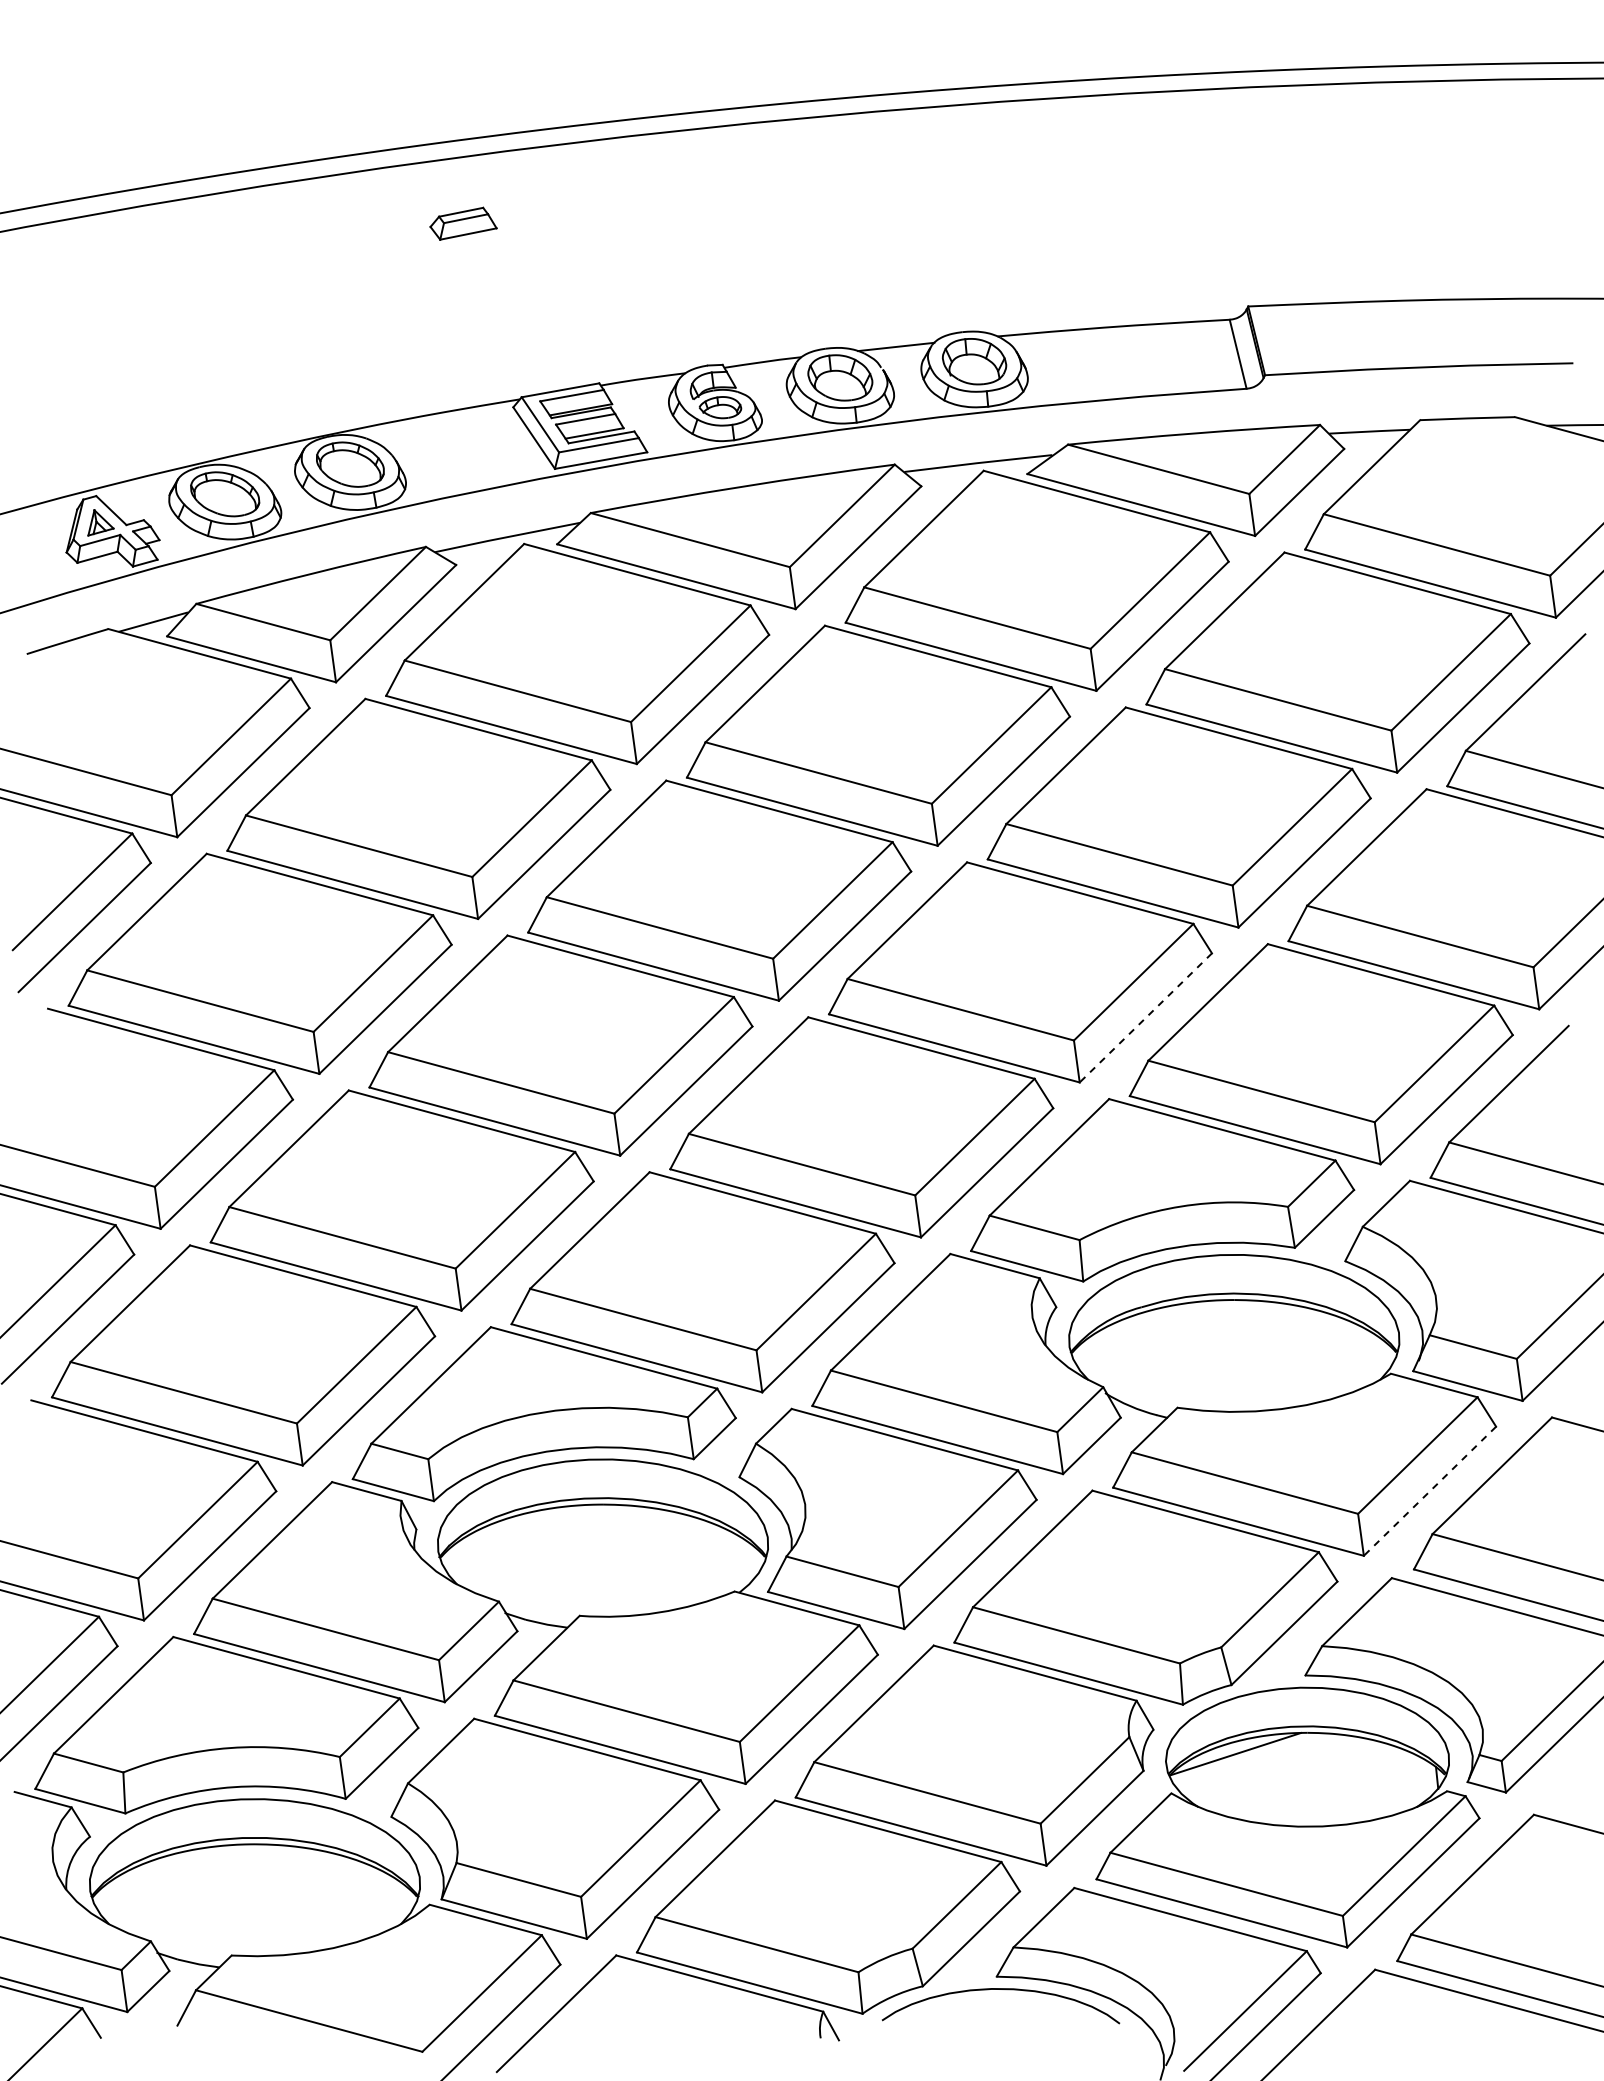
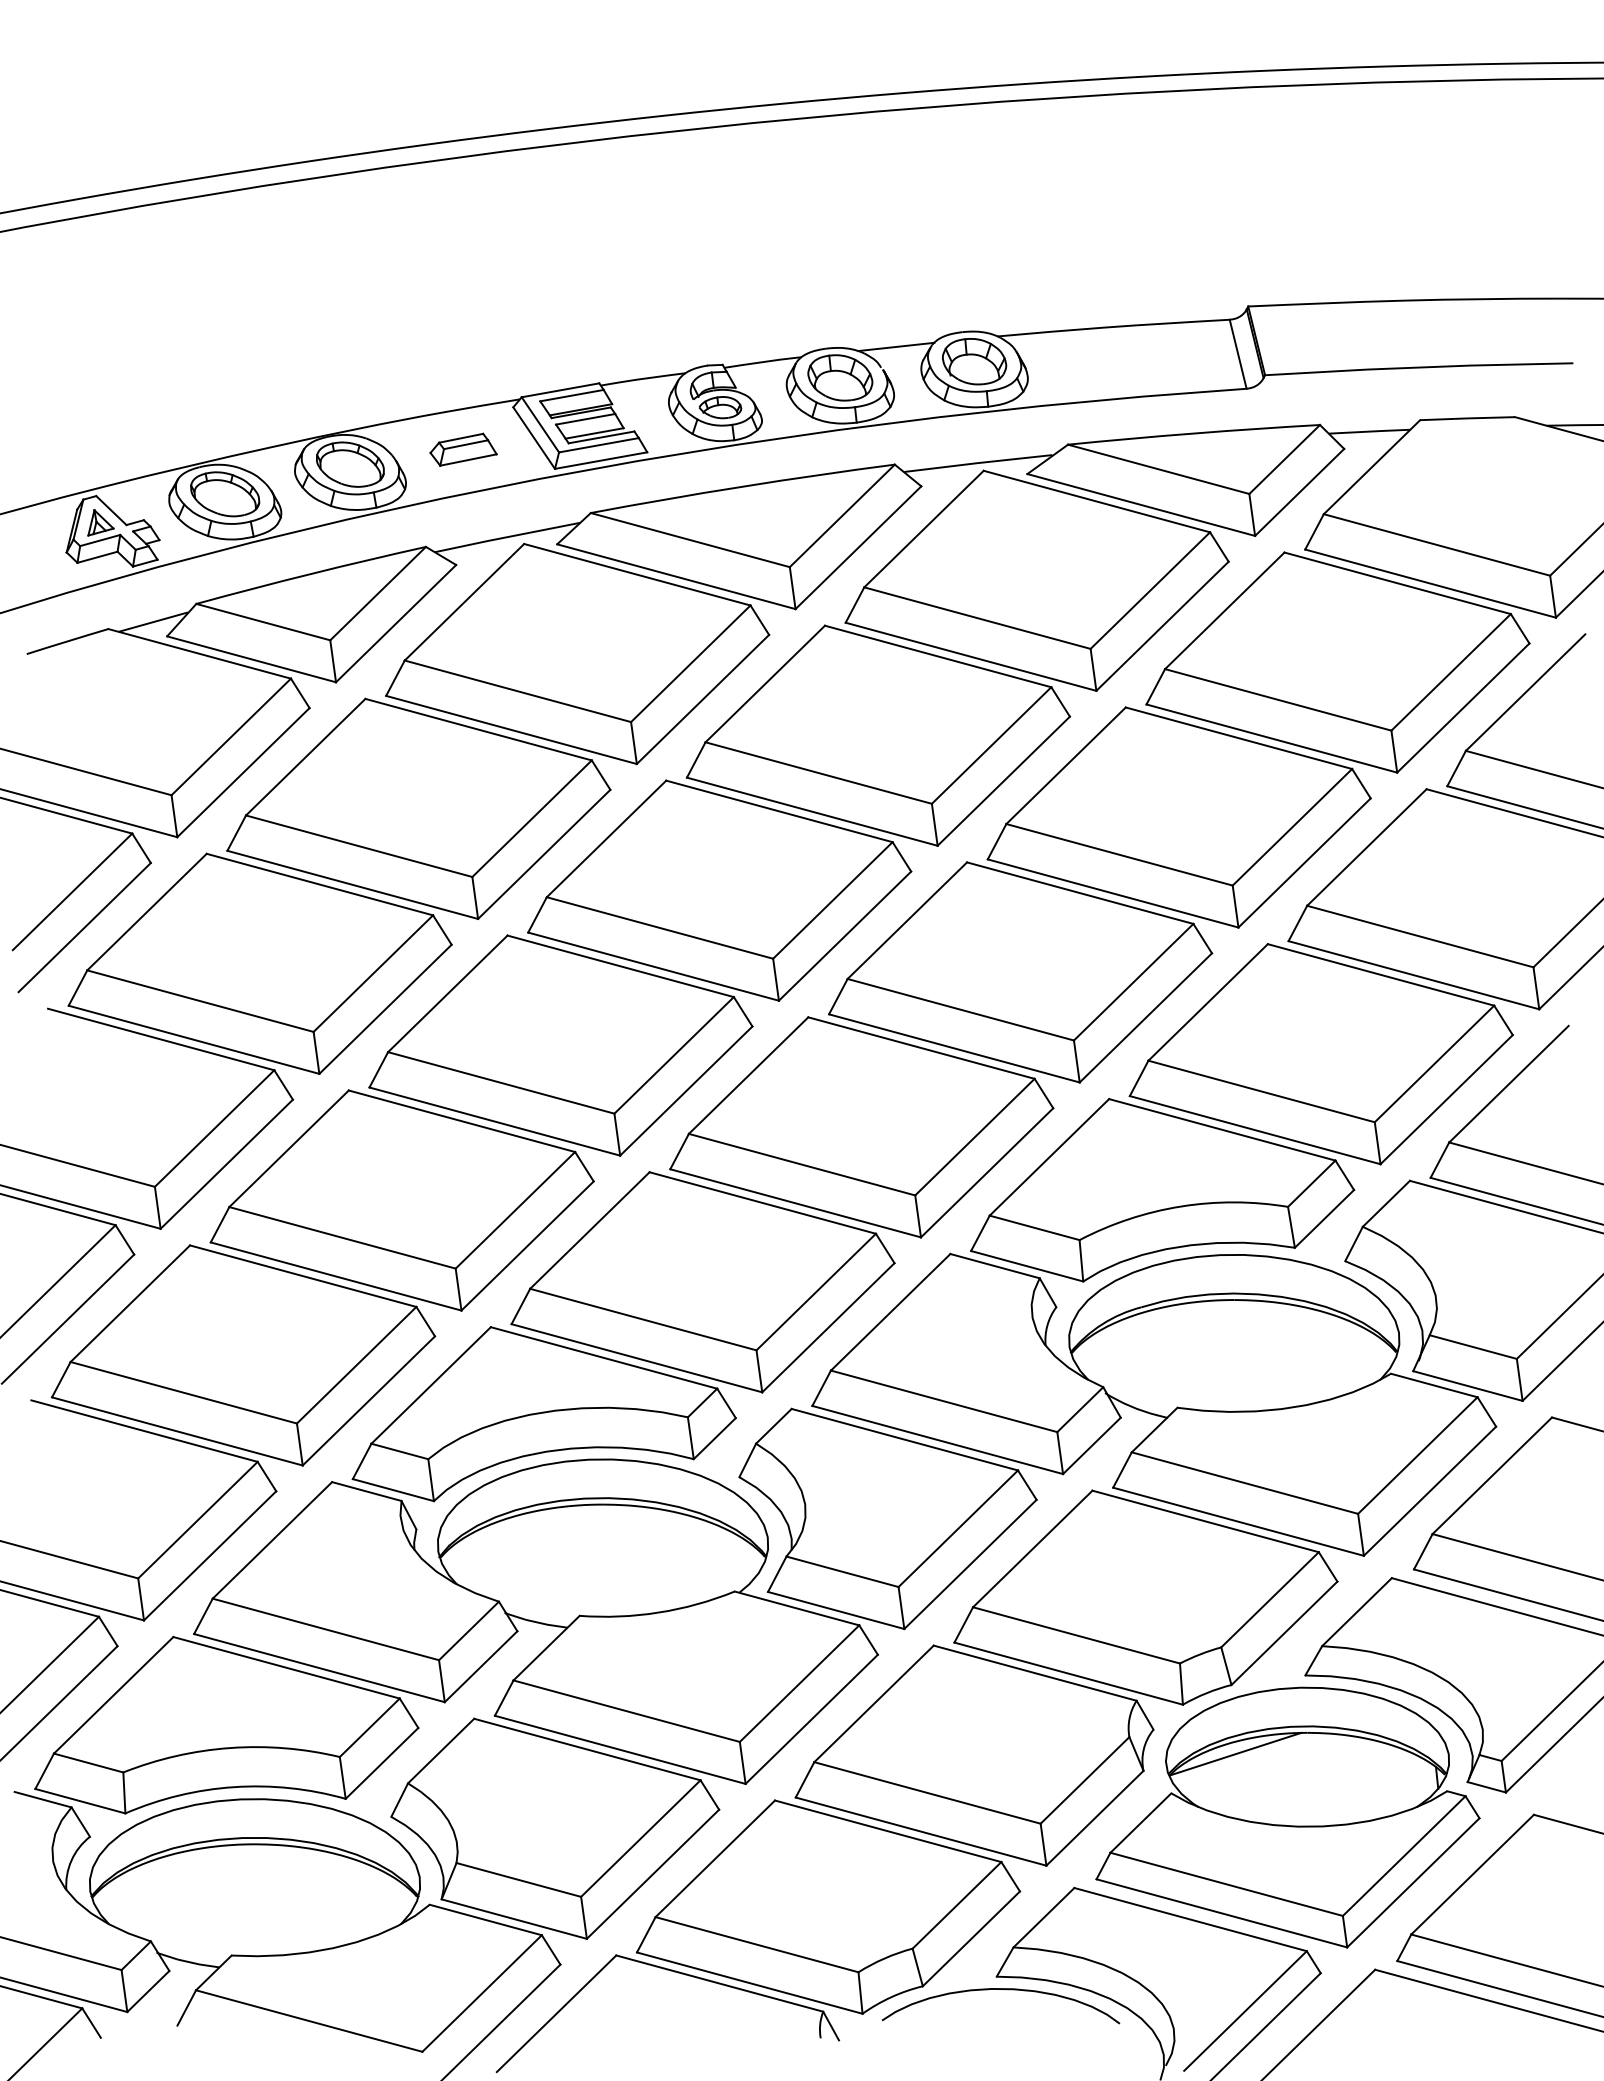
part at (463, 223) position: (463, 223) -> (463, 449)
line at (1145, 1018): dashed -> solid
line at (1429, 1491): dashed -> solid
